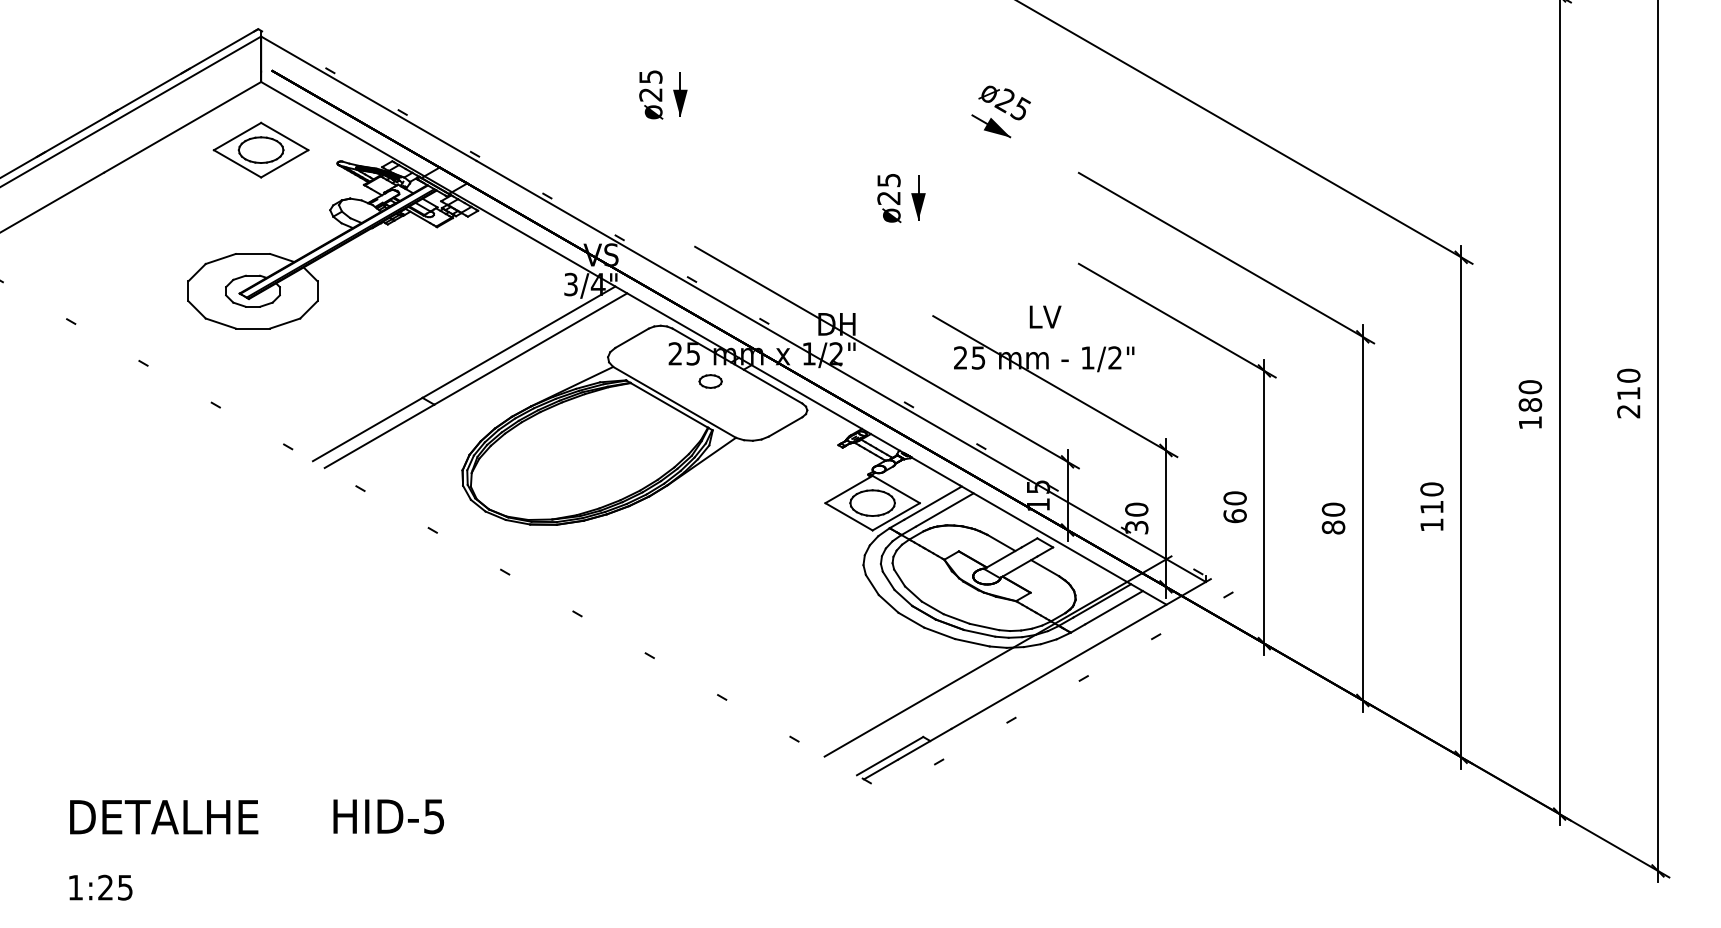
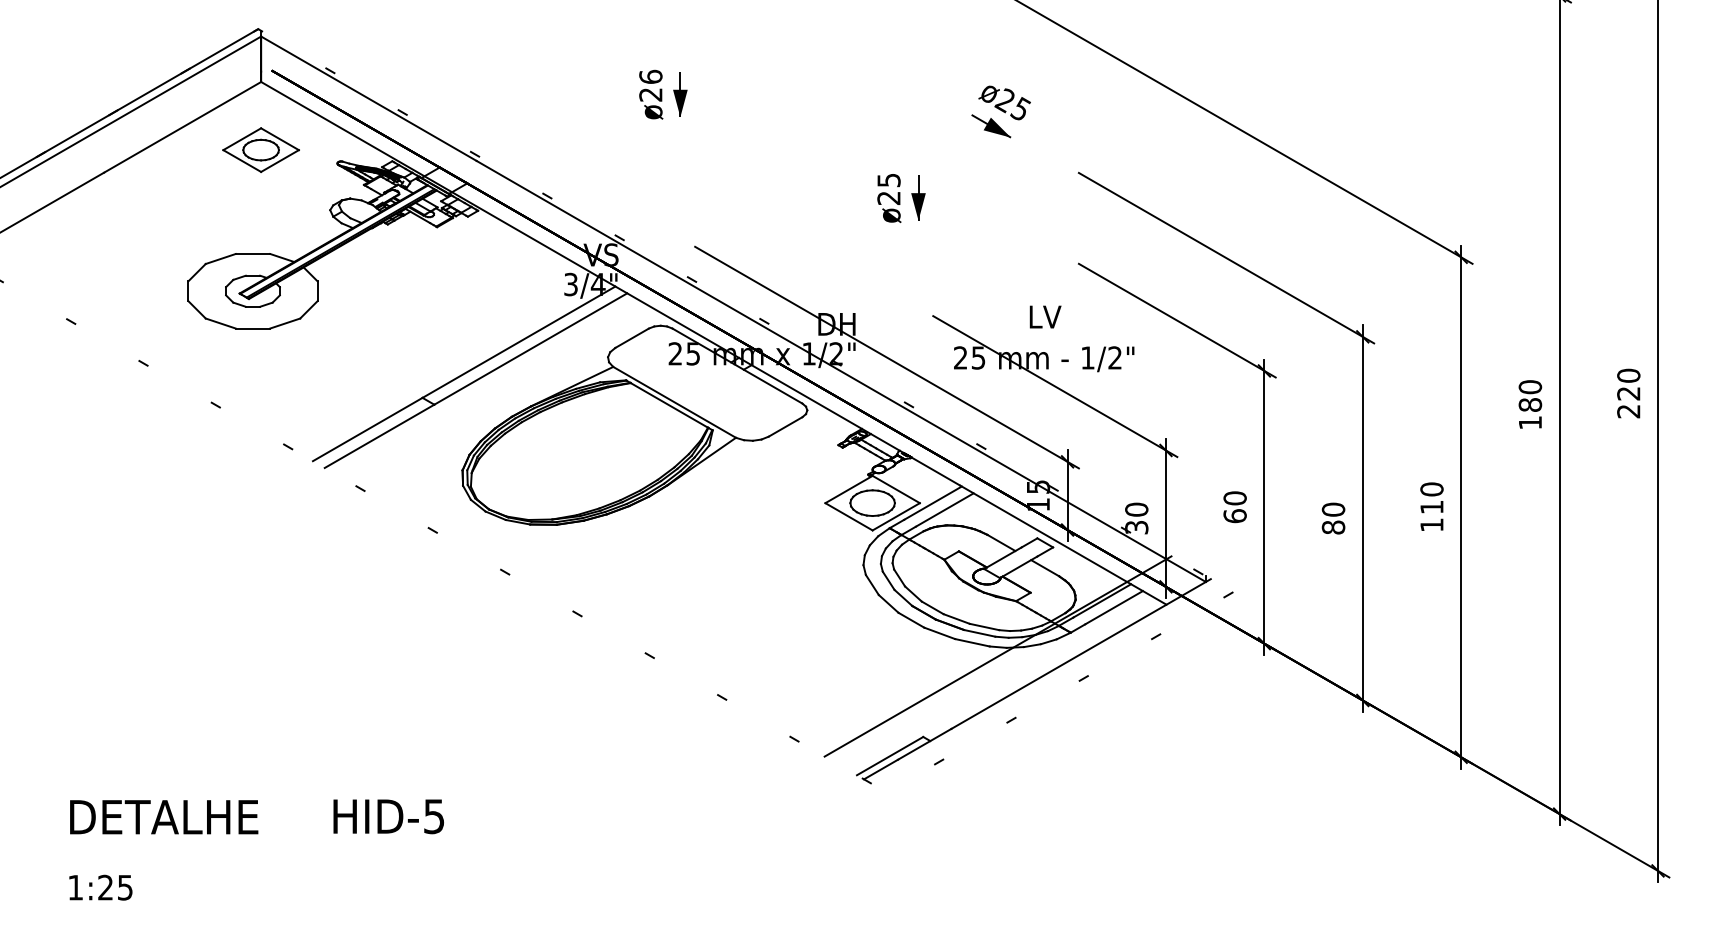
text at (650, 76): ø25 -> ø26
part at (260, 149) size: 98x58 px -> 78x46 px
part at (710, 381): present -> none
text at (1628, 393): 210 -> 220
